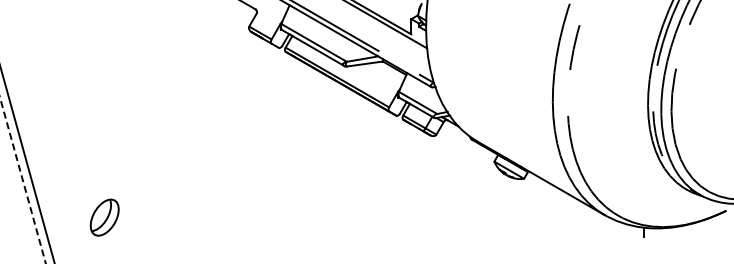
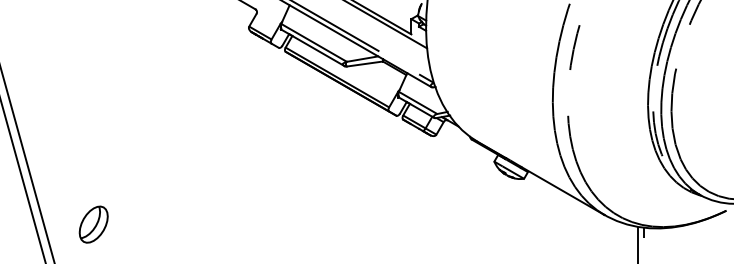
line at (23, 181): dashed -> solid
part at (104, 217) position: (104, 217) -> (93, 224)
line at (638, 243): none -> present
